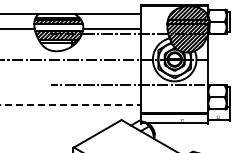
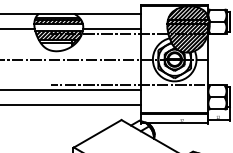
line at (71, 90): none -> present
line at (71, 104): dashed -> solid
